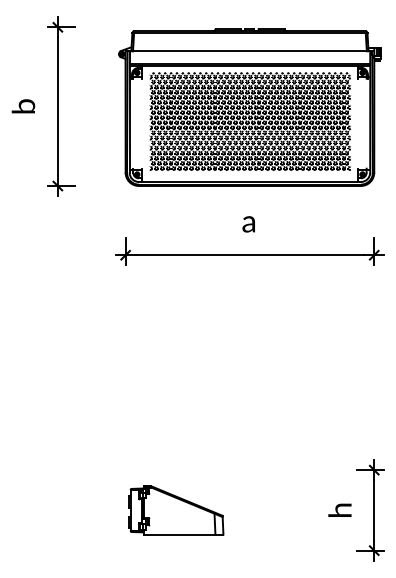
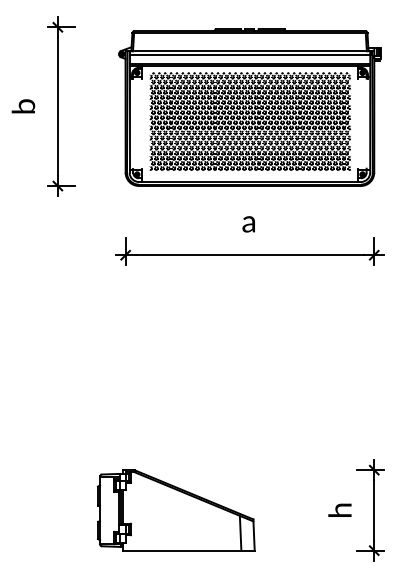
line at (249, 54): none -> present
part at (176, 510) size: 97x51 px -> 159x83 px
